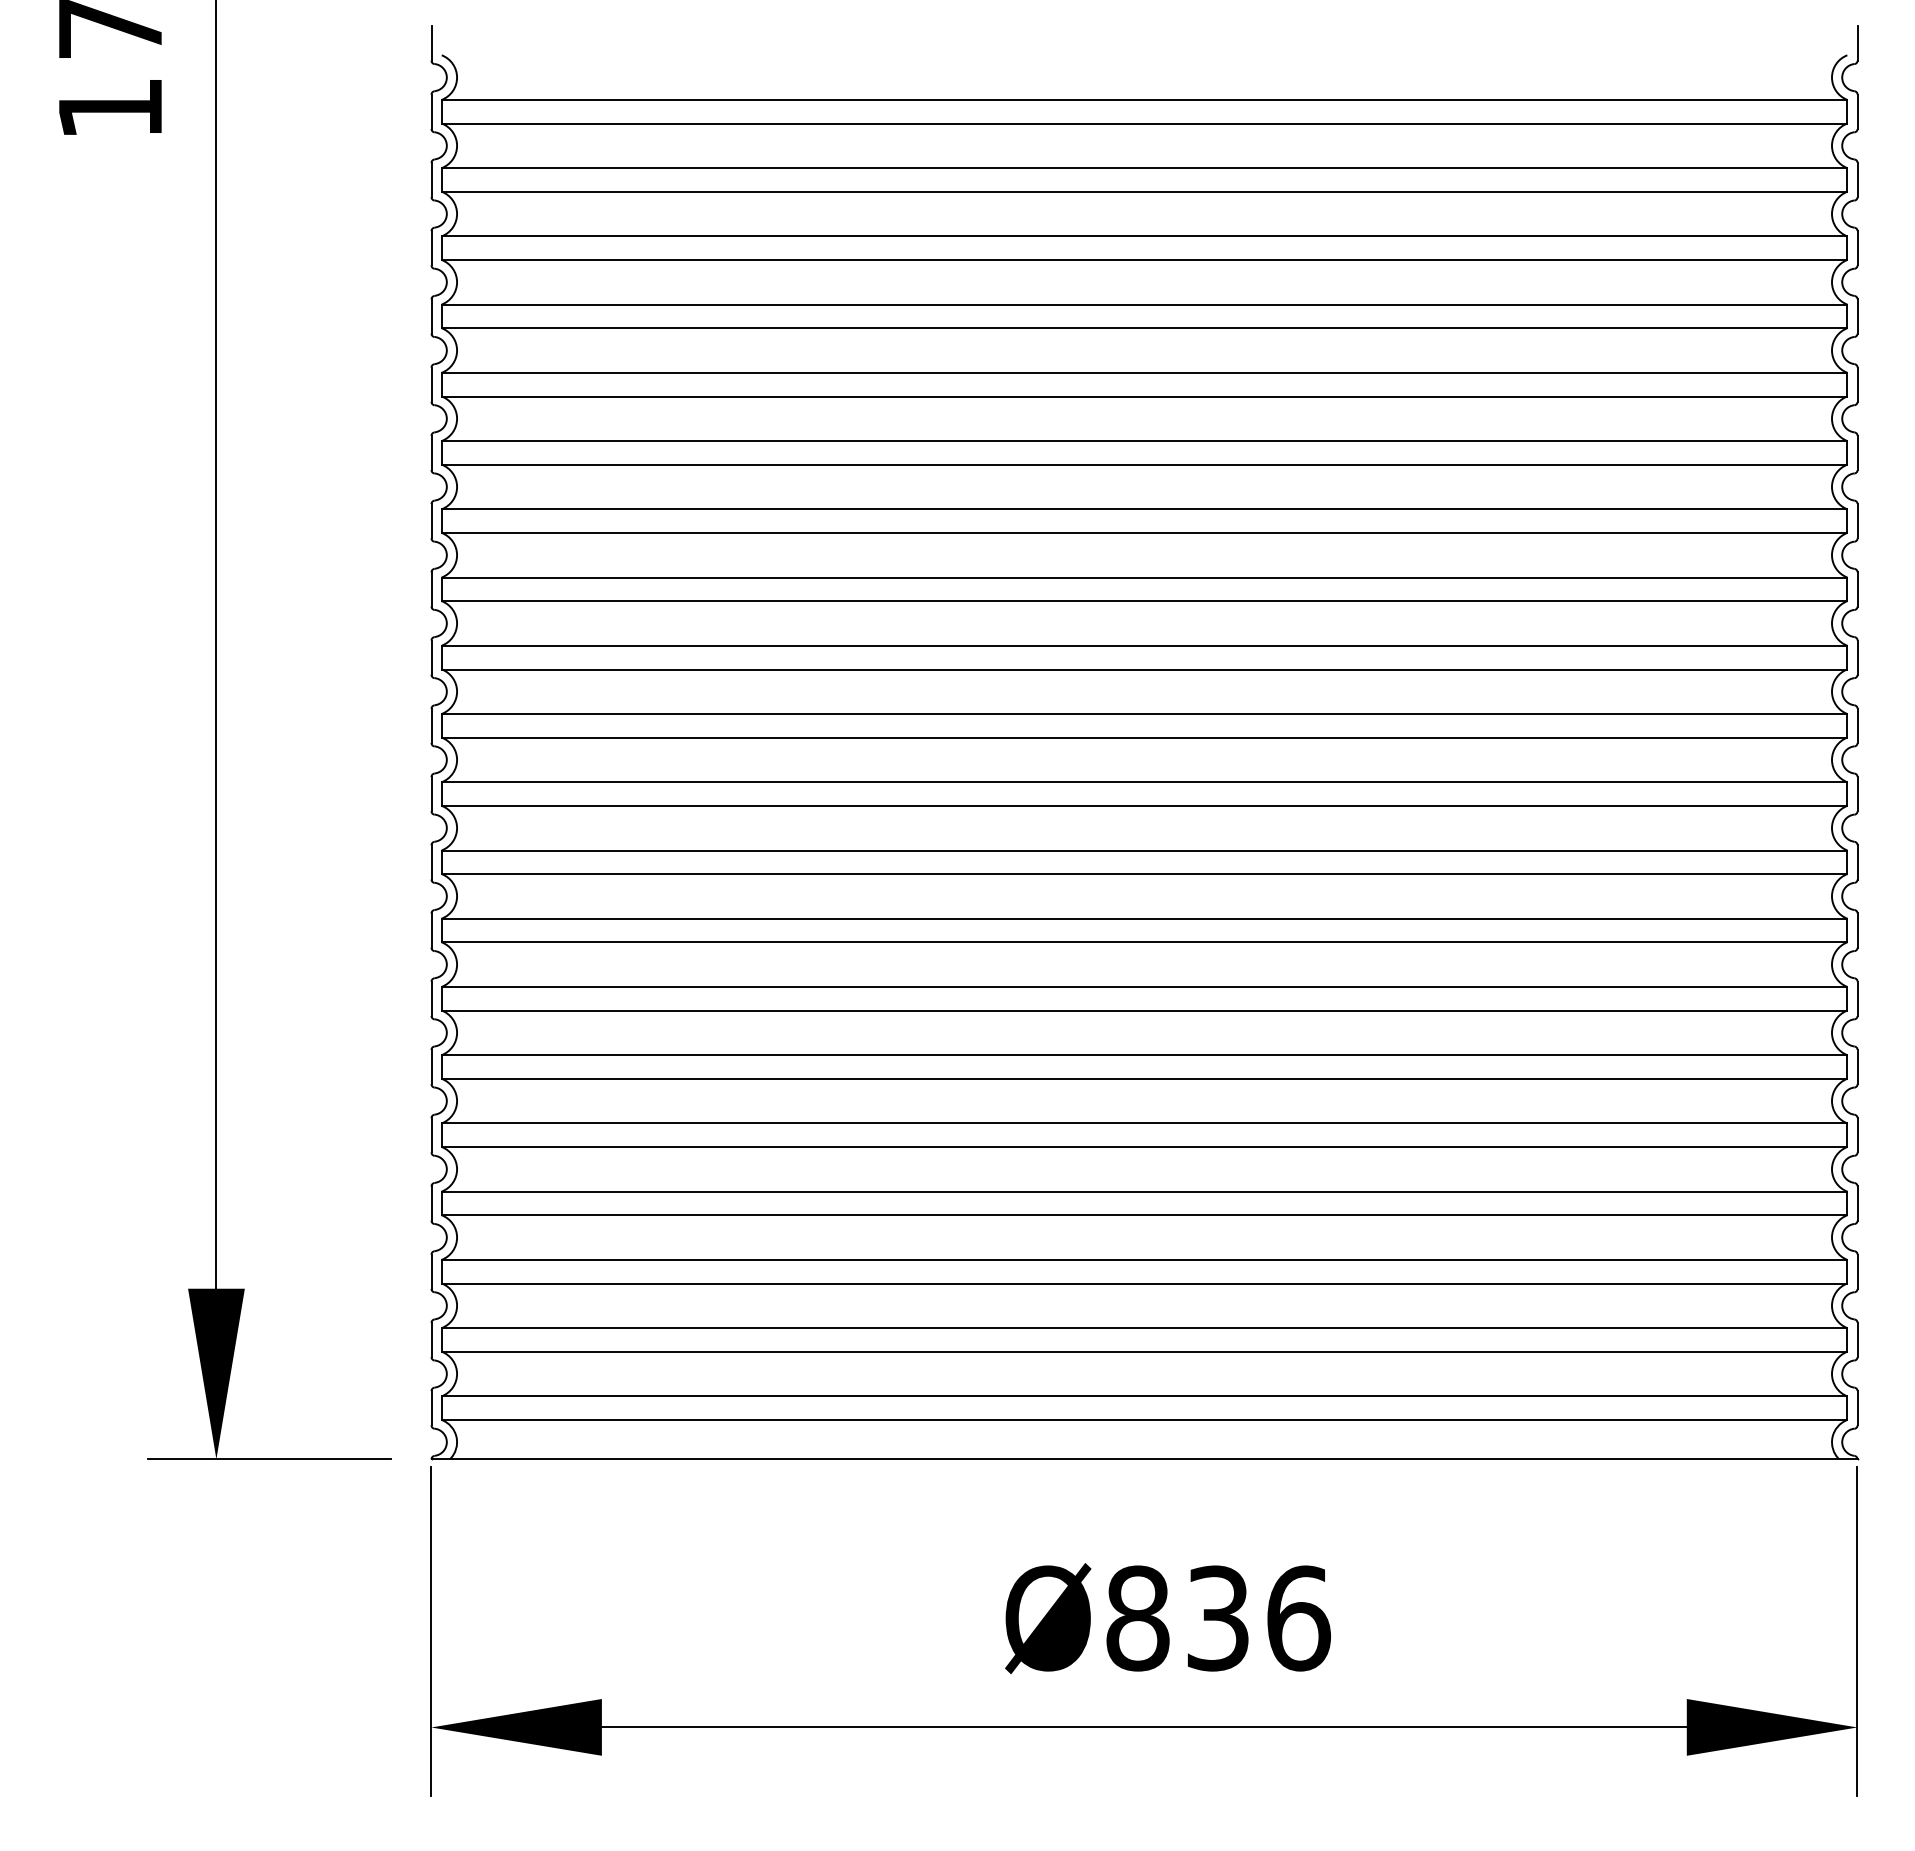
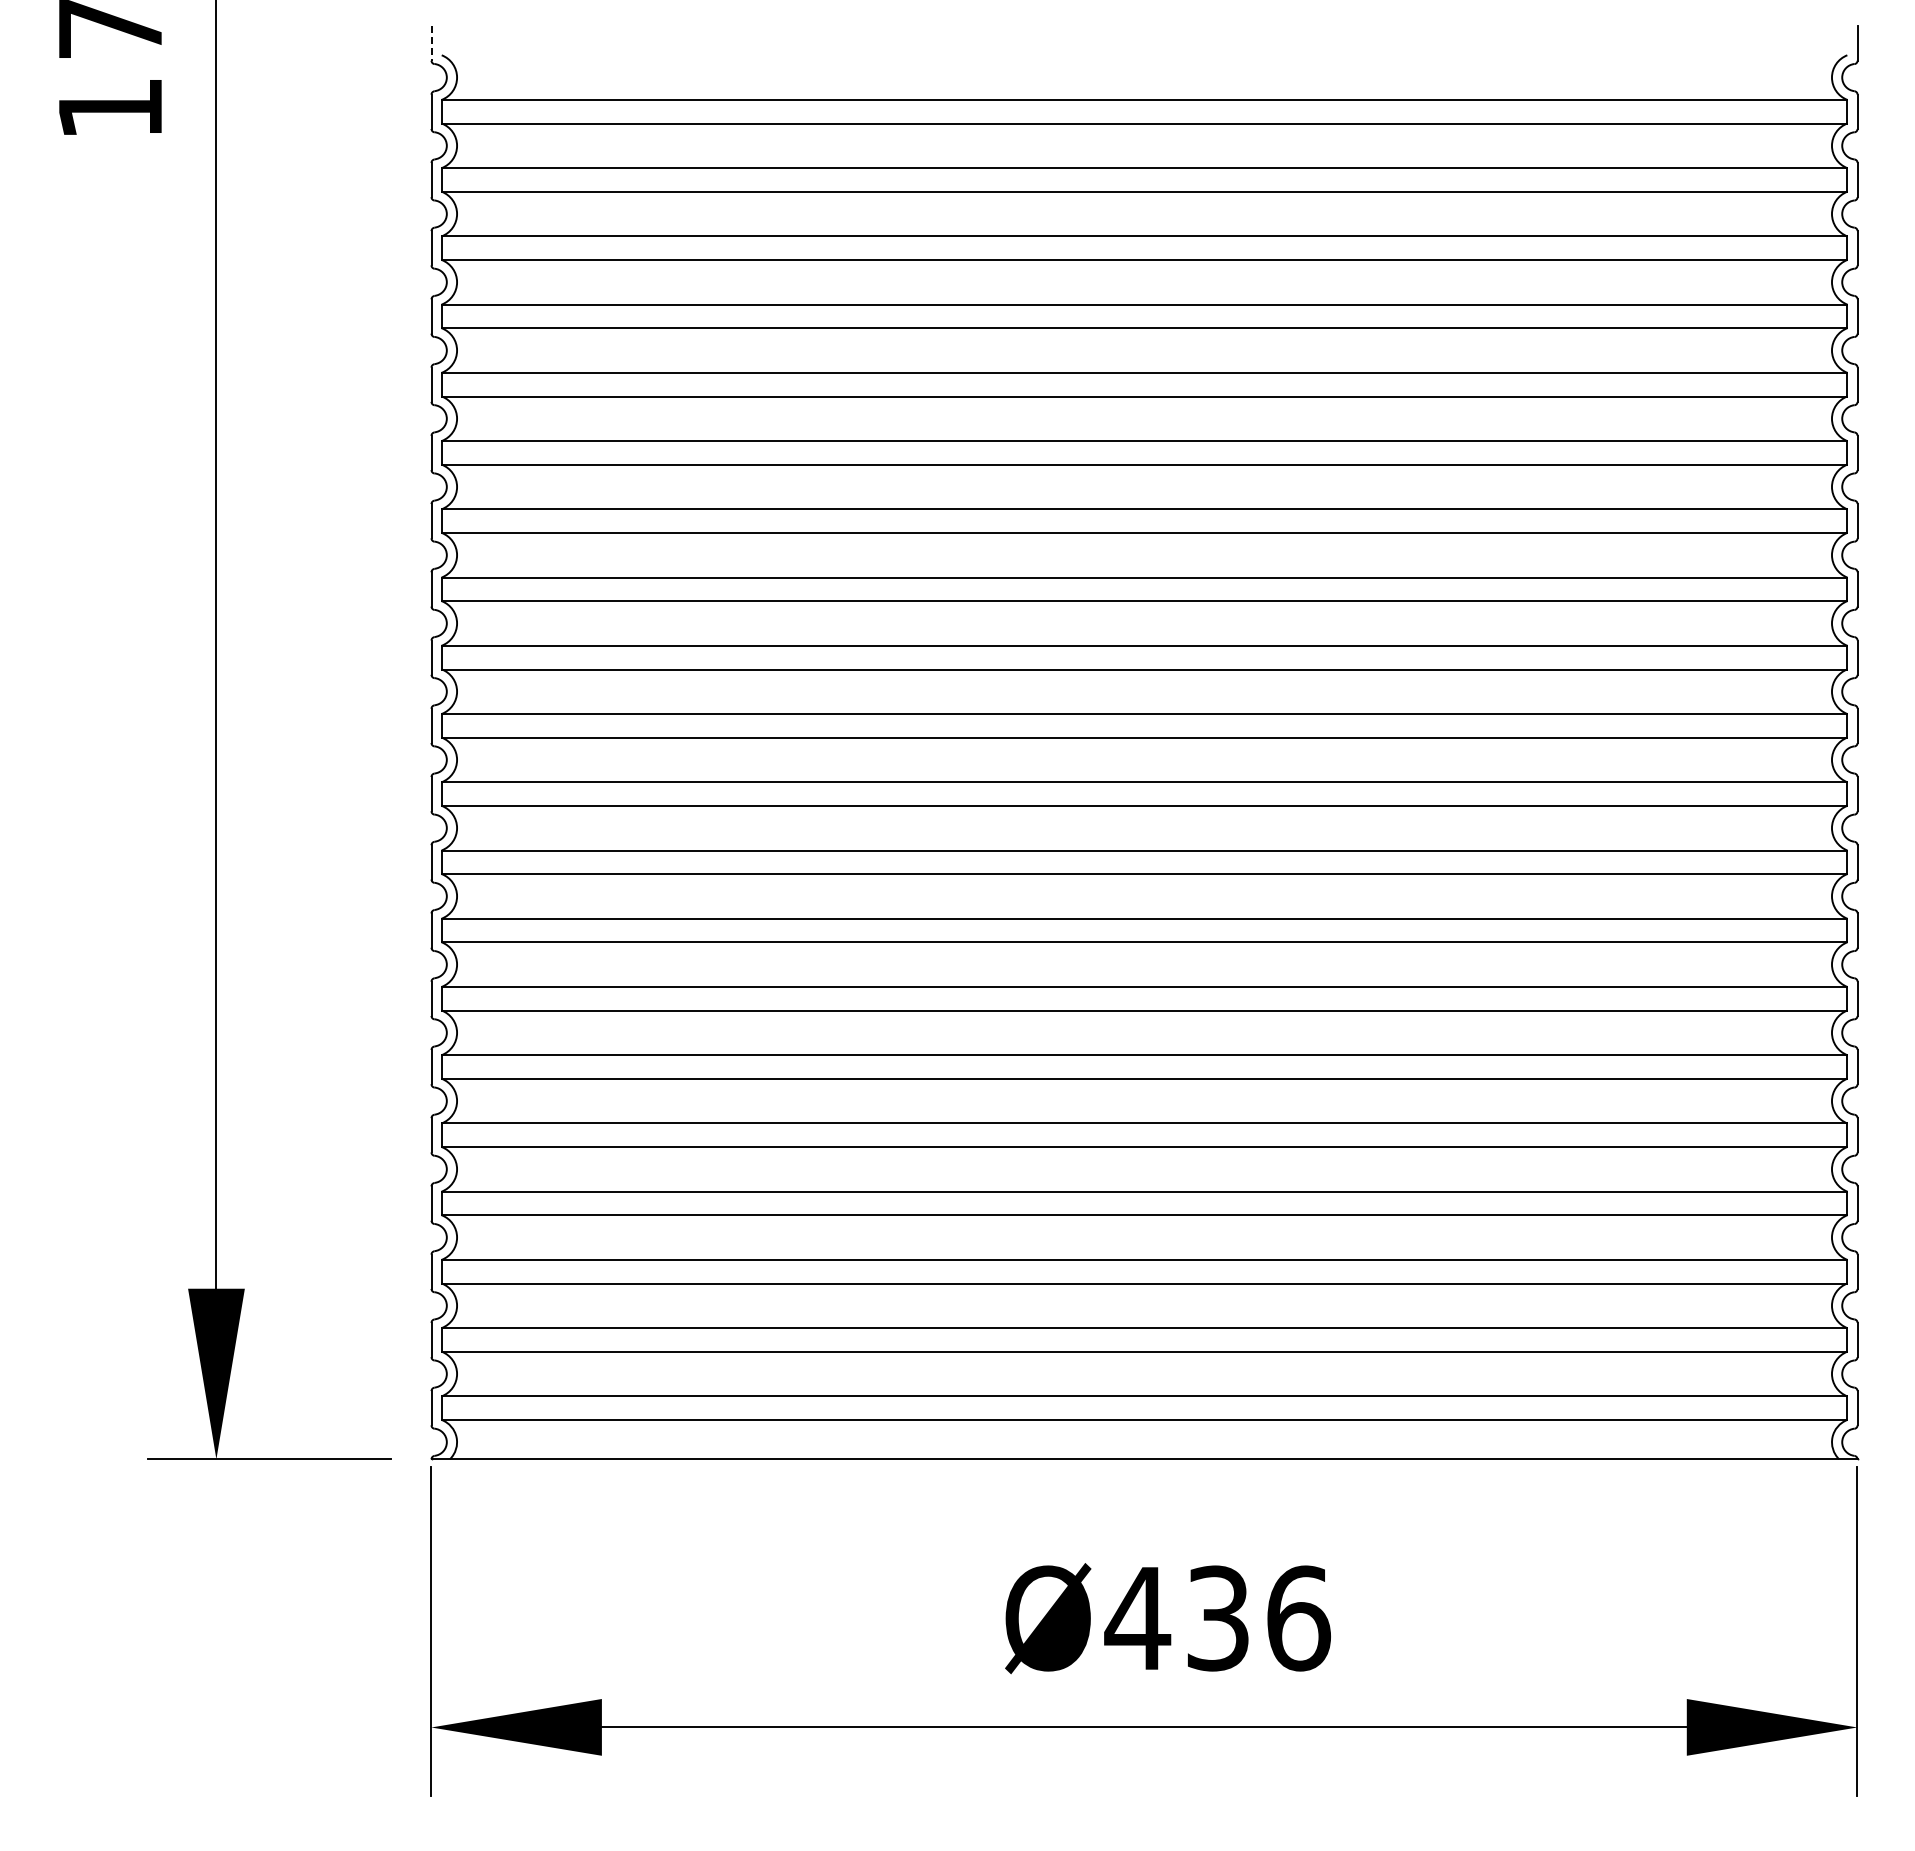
line at (431, 44): solid -> dashed
text at (1137, 1618): Ø836 -> Ø436
